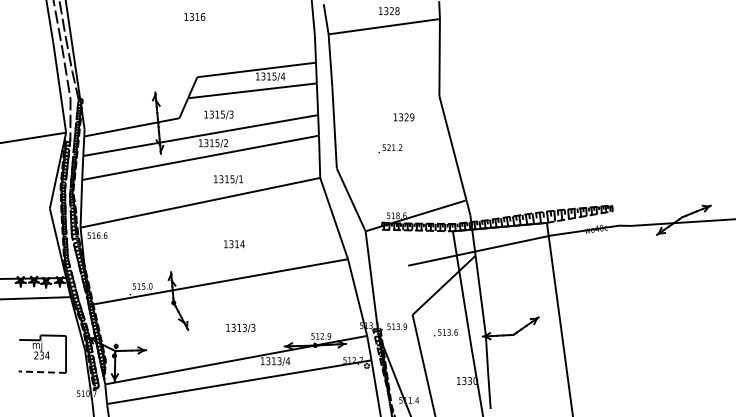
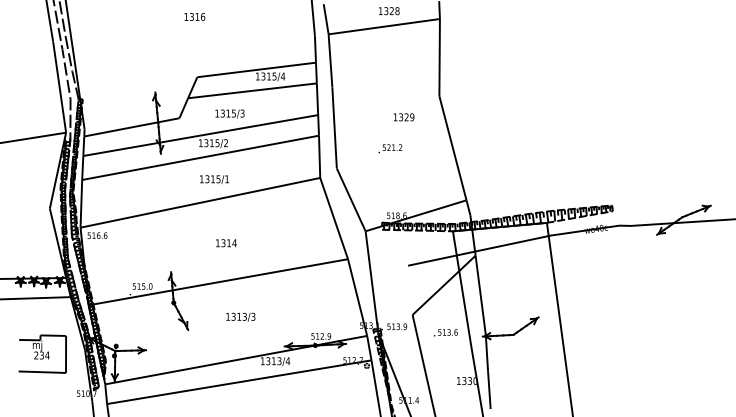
text at (218, 114) position: (218, 114) -> (229, 113)
text at (228, 179) position: (228, 179) -> (214, 179)
text at (234, 244) position: (234, 244) -> (226, 243)
text at (240, 327) position: (240, 327) -> (240, 316)
line at (42, 372): dashed -> solid
